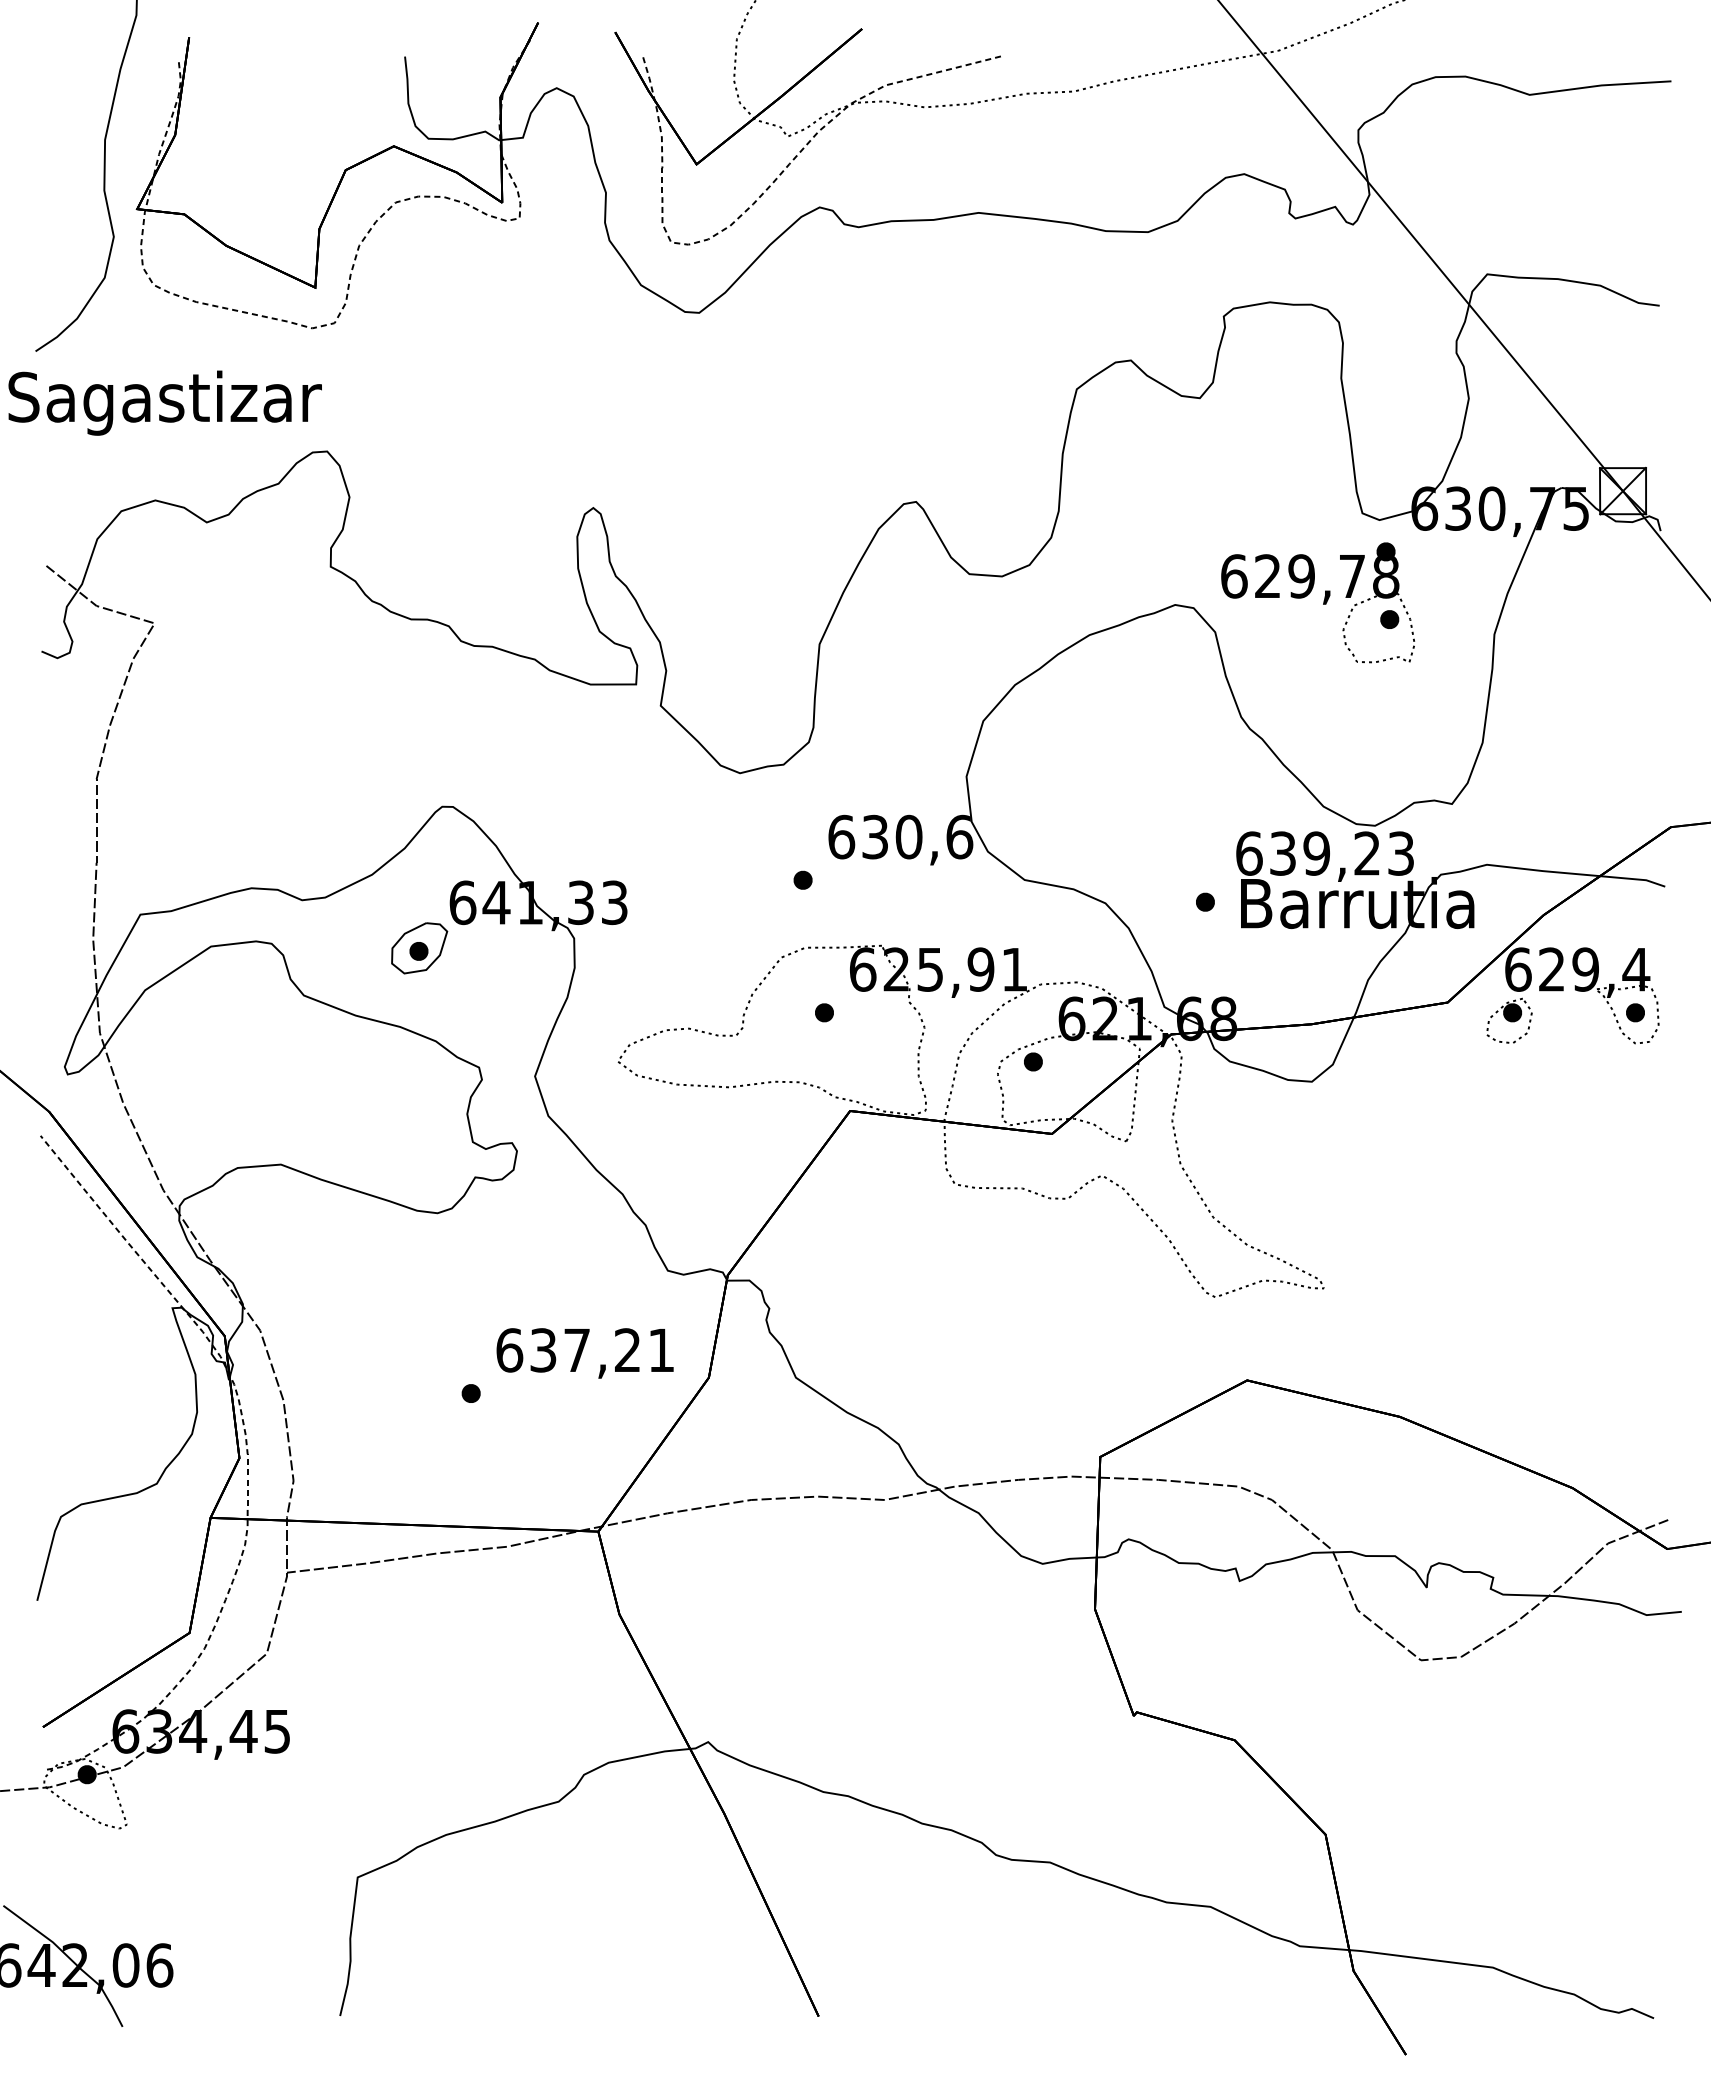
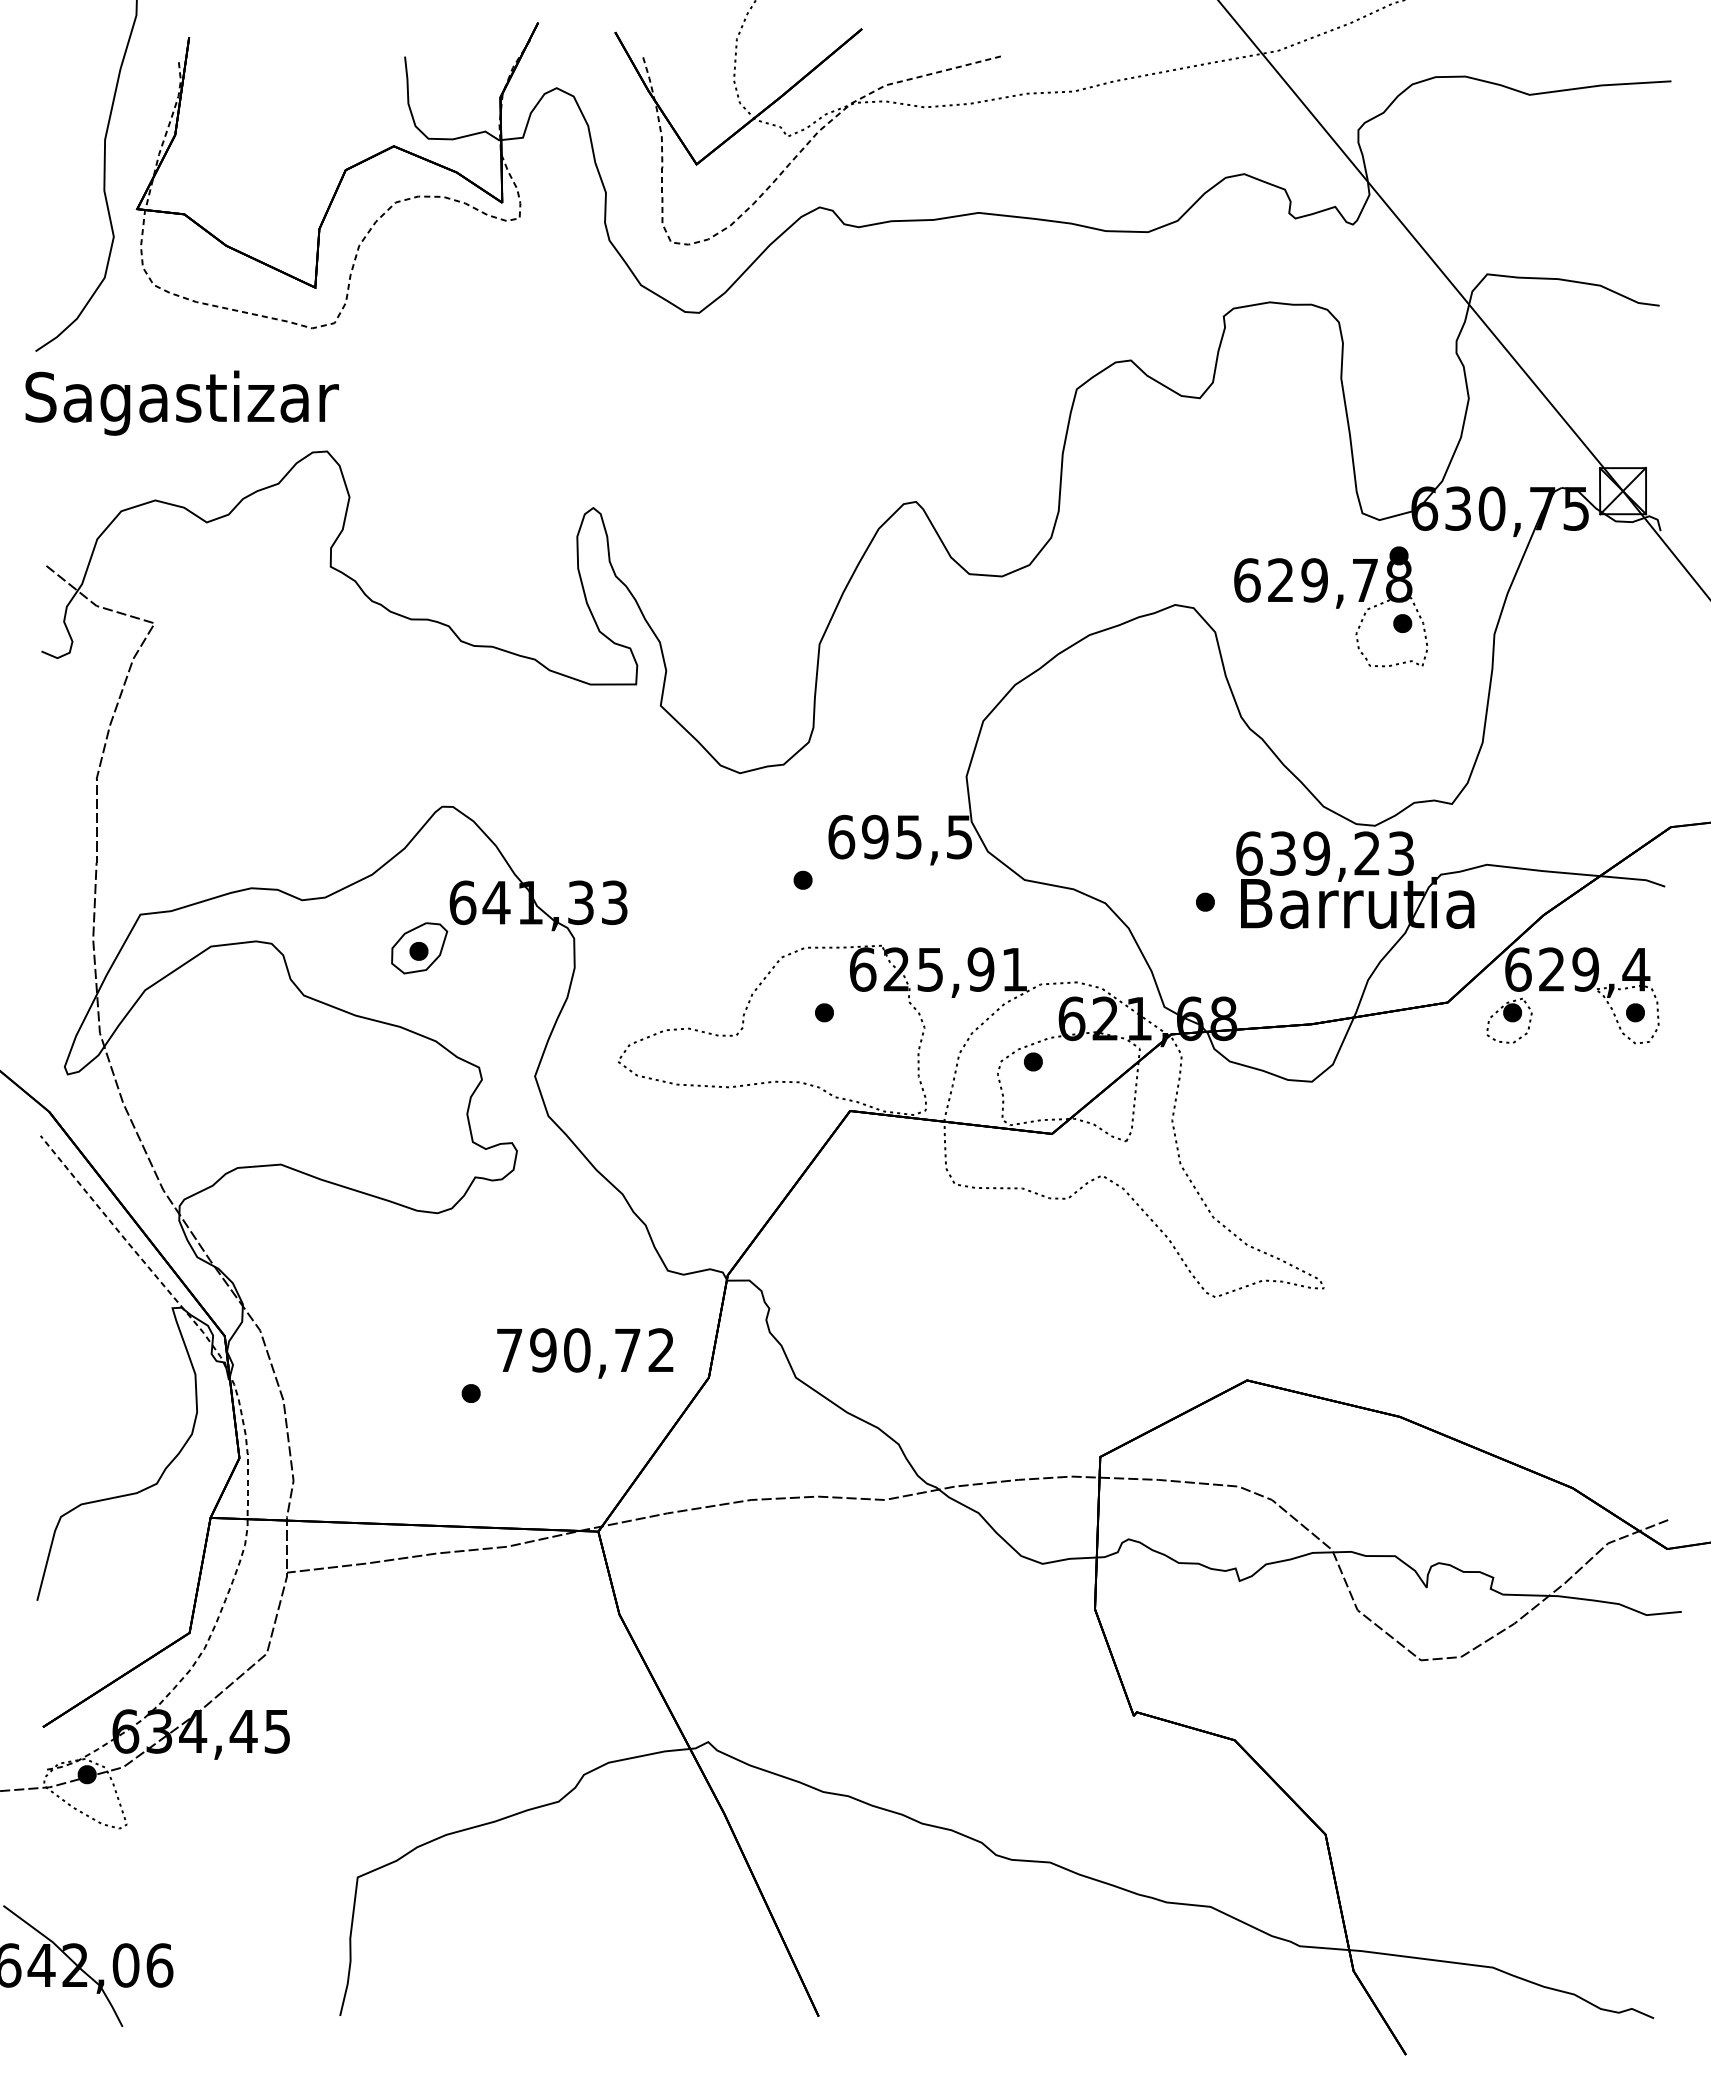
text at (164, 402) position: (164, 402) -> (181, 402)
part at (1318, 602) position: (1318, 602) -> (1331, 606)
text at (917, 836): 630,6 -> 695,5
text at (584, 1350): 637,21 -> 790,72
